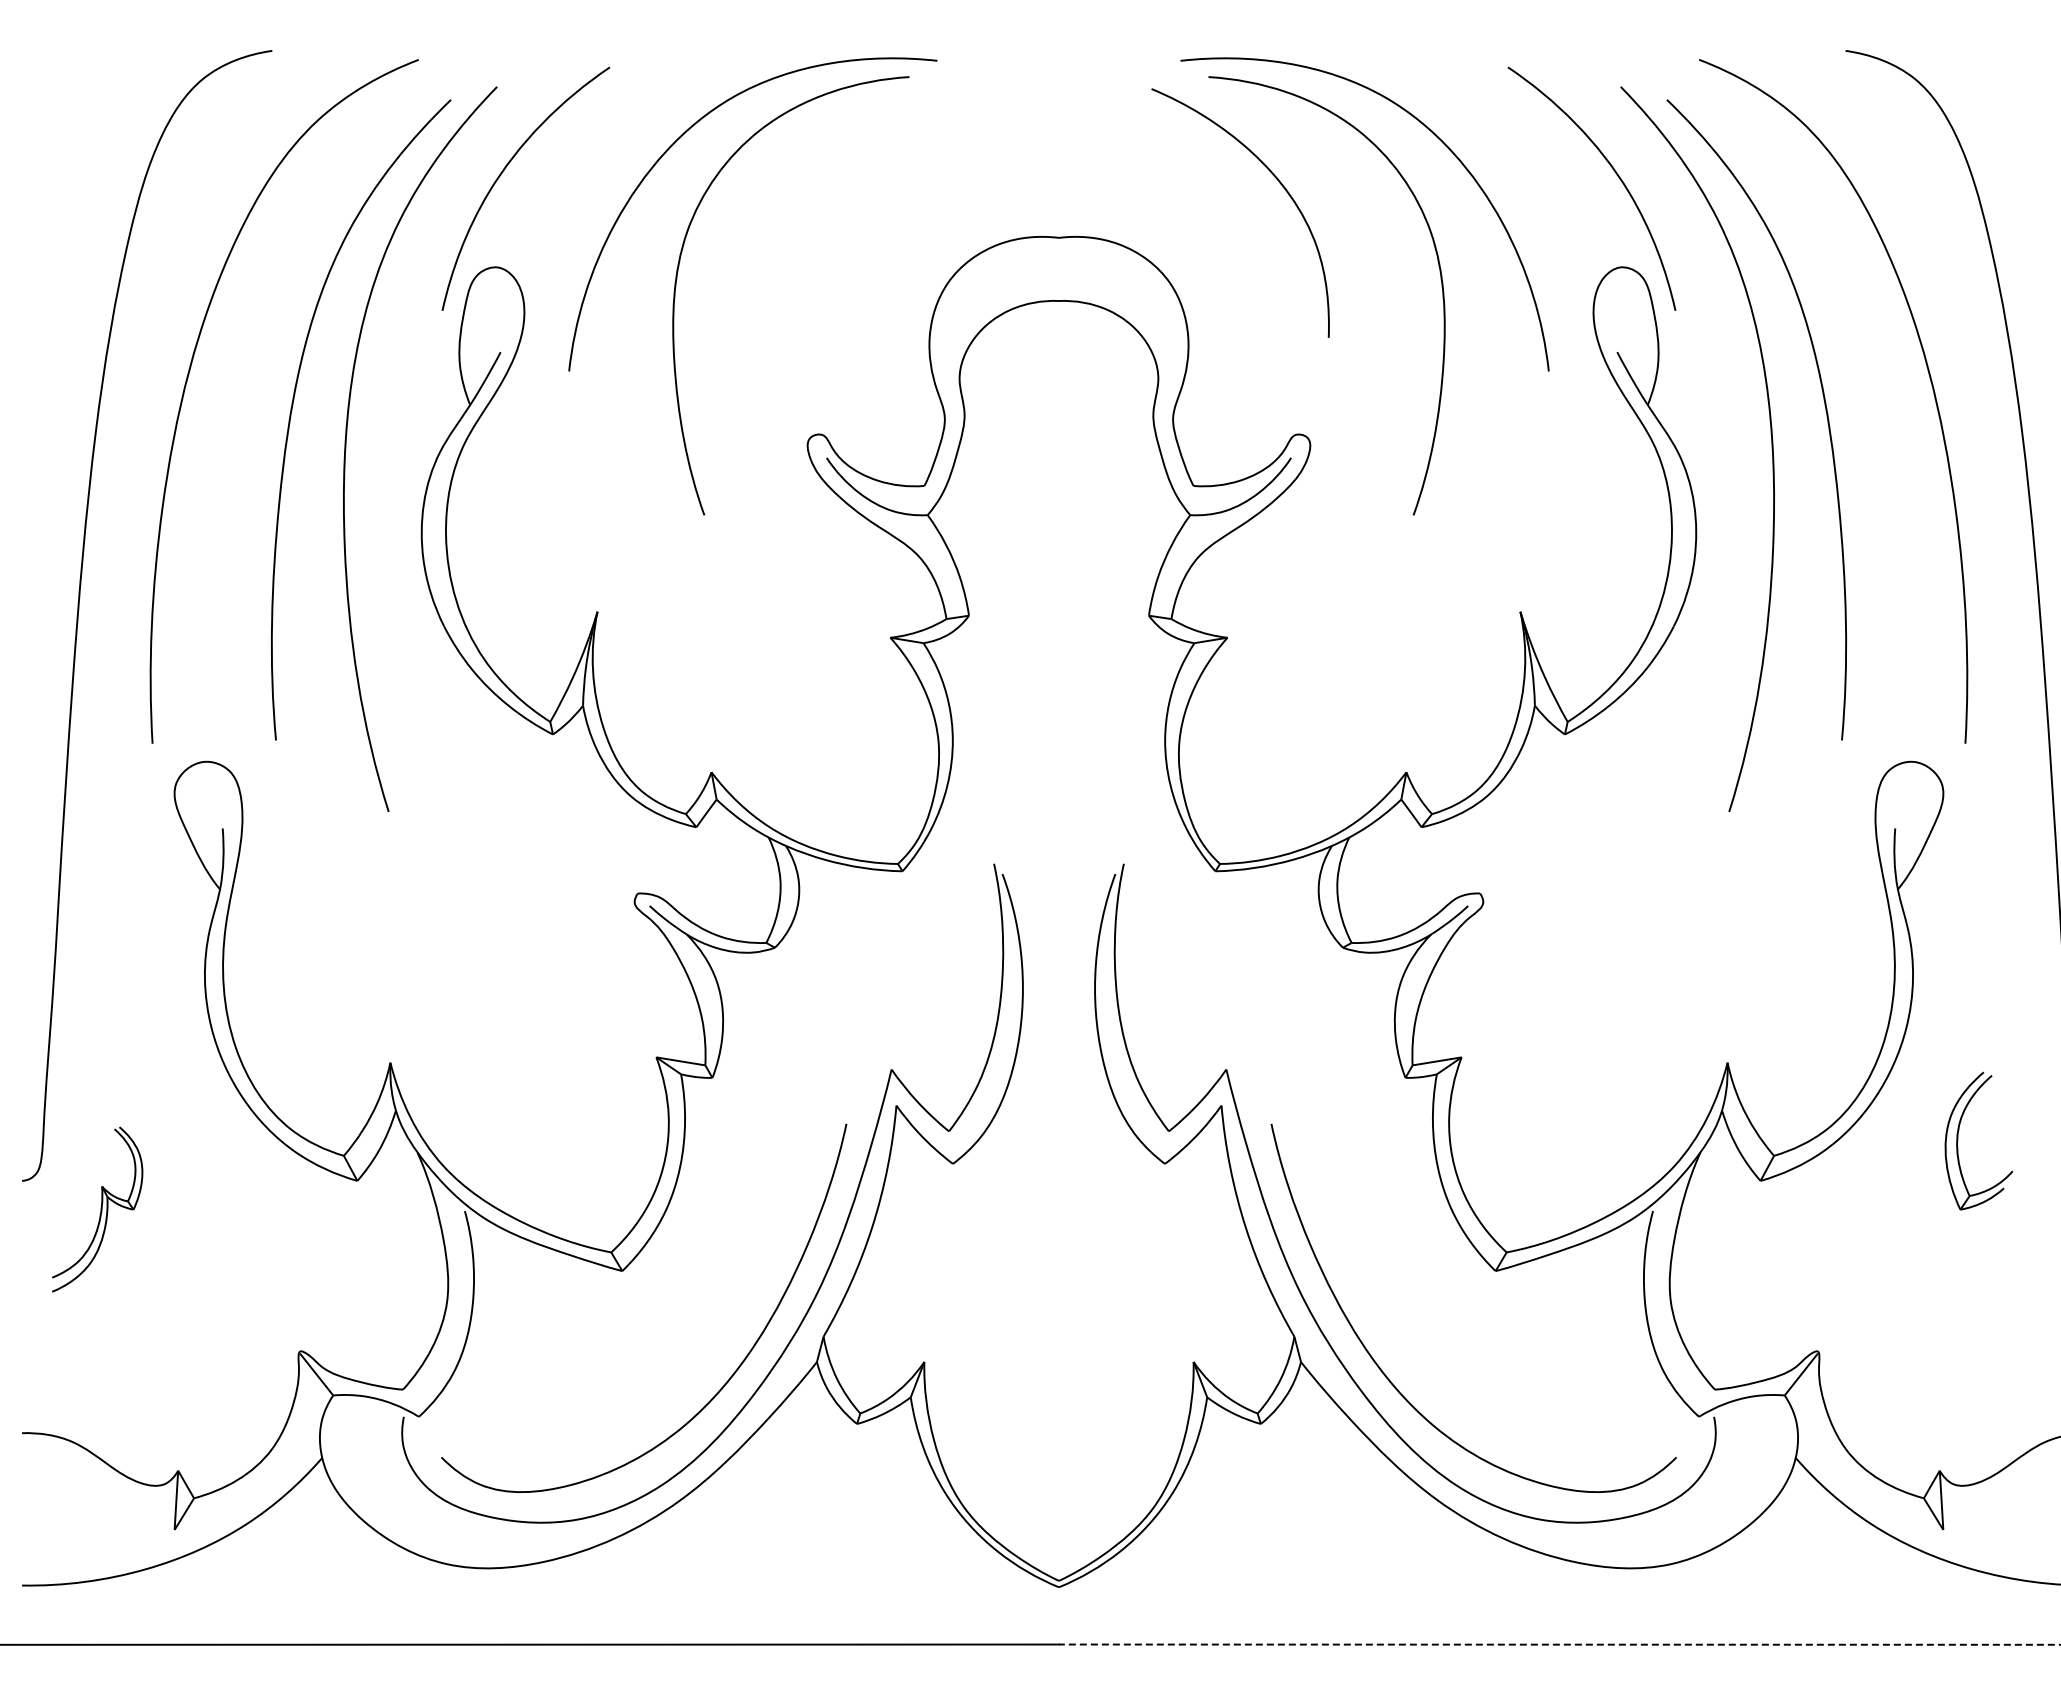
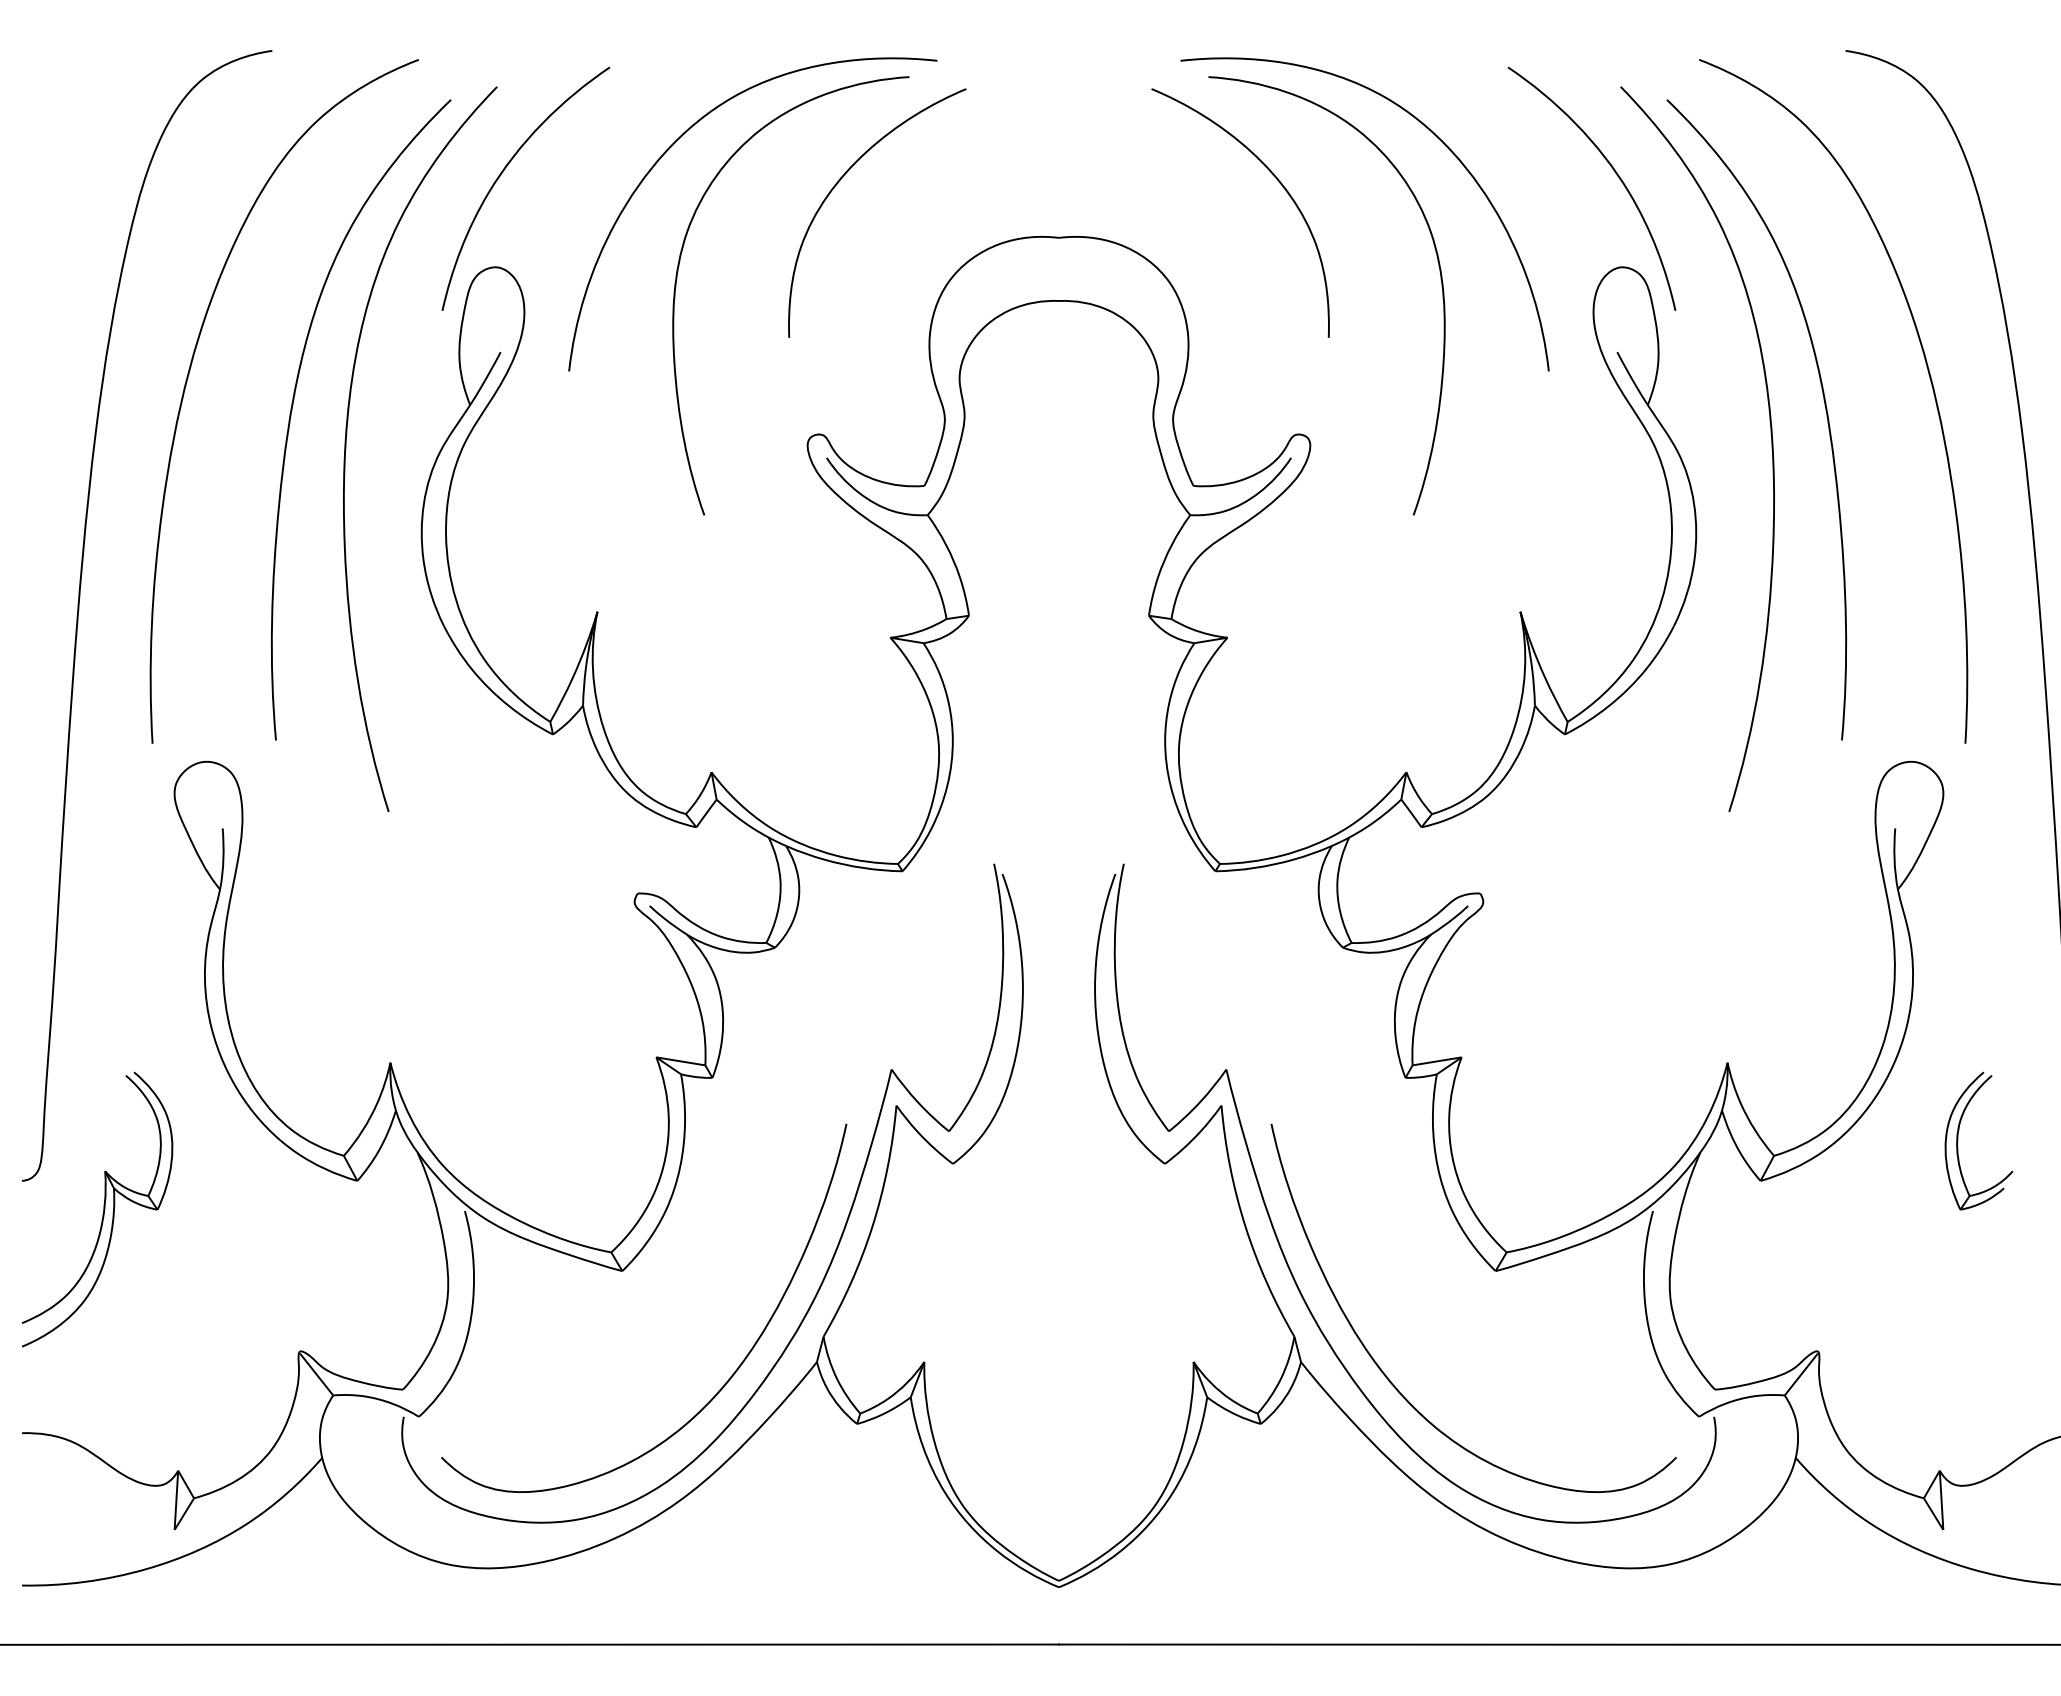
curve at (838, 183): none -> present
part at (97, 1209) size: 92x167 px -> 153x277 px
line at (1559, 1644): dashed -> solid
